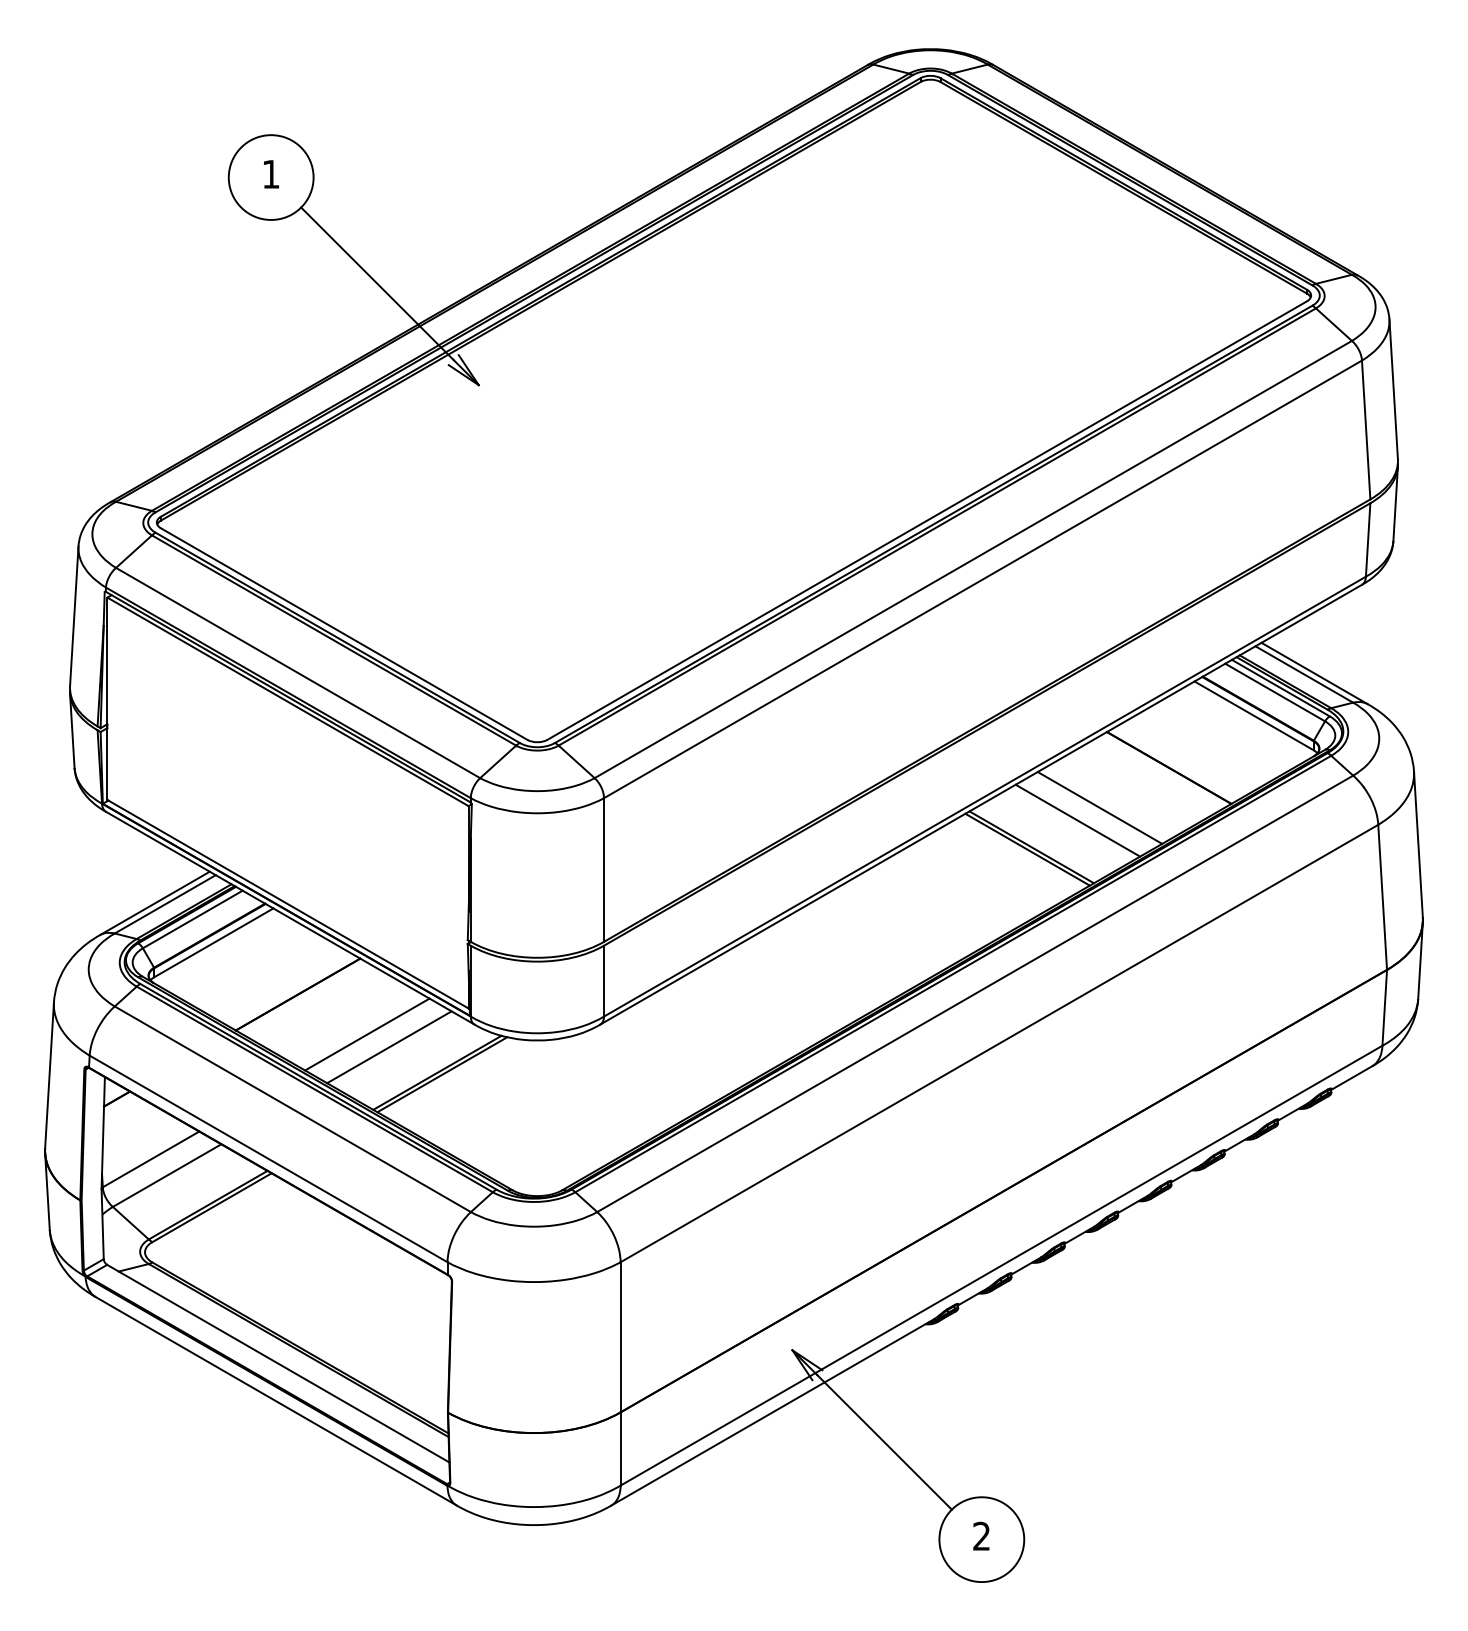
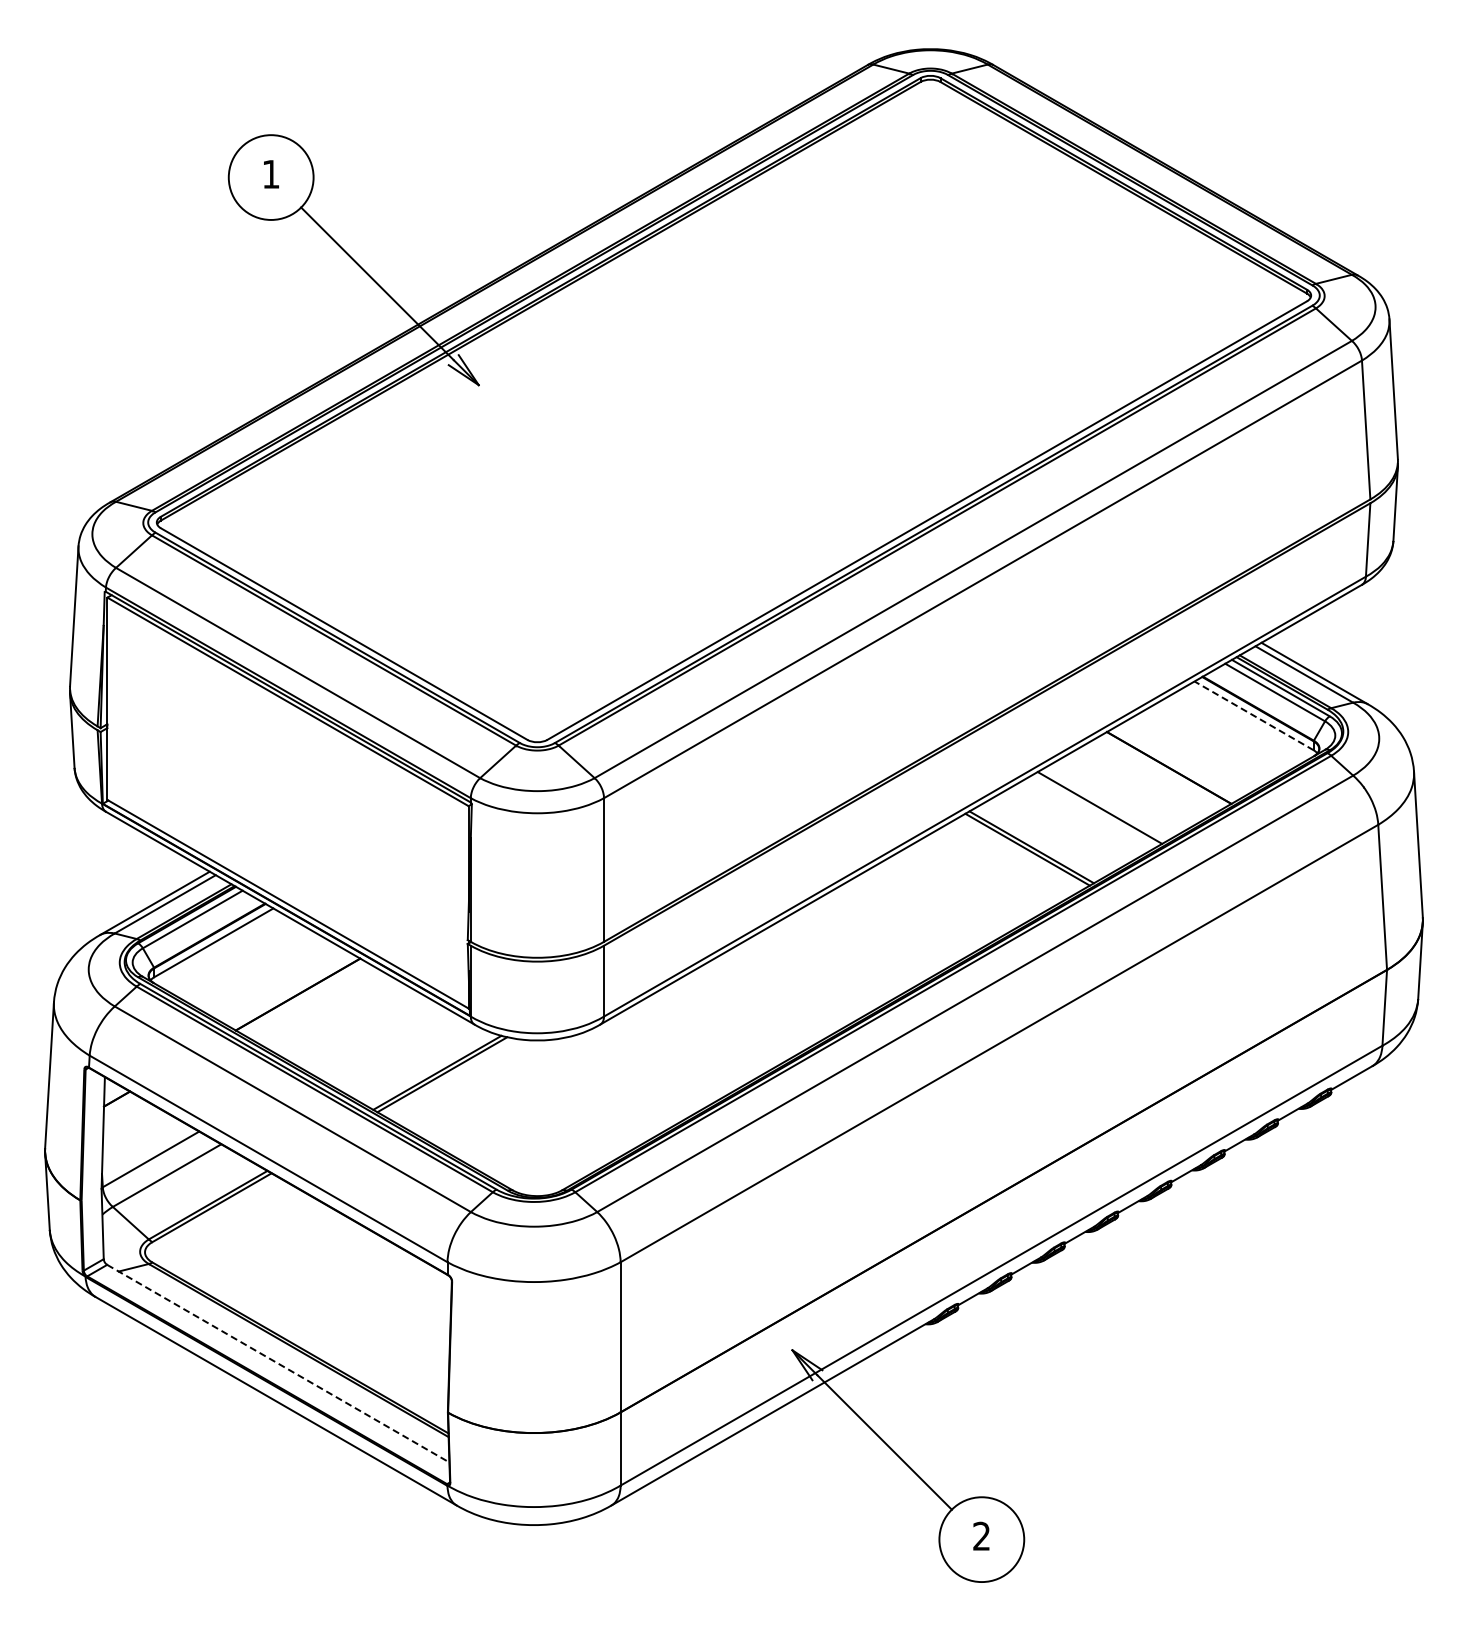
line at (1254, 715): solid -> dashed
line at (1077, 820): present -> none
line at (367, 1034): present -> none
line at (389, 1047): present -> none
line at (278, 1363): solid -> dashed
